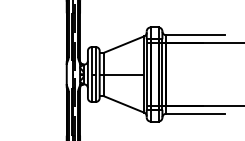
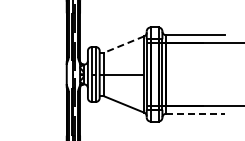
line at (123, 44): solid -> dashed
line at (196, 113): solid -> dashed
